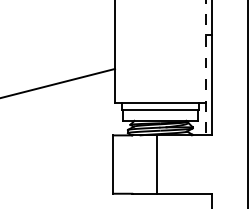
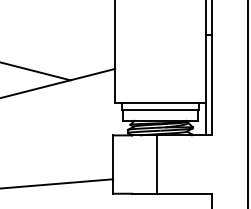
line at (205, 68): dashed -> solid
line at (36, 71): none -> present
line at (57, 183): none -> present
